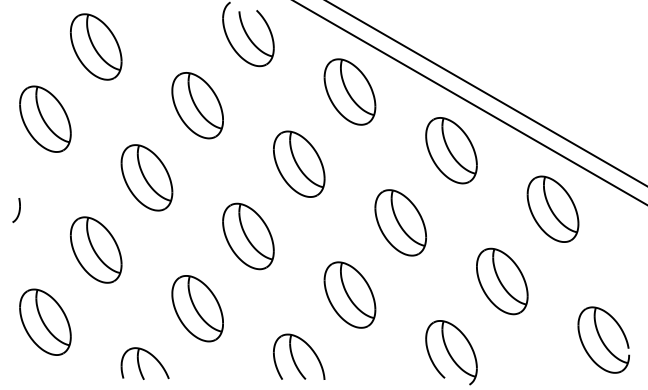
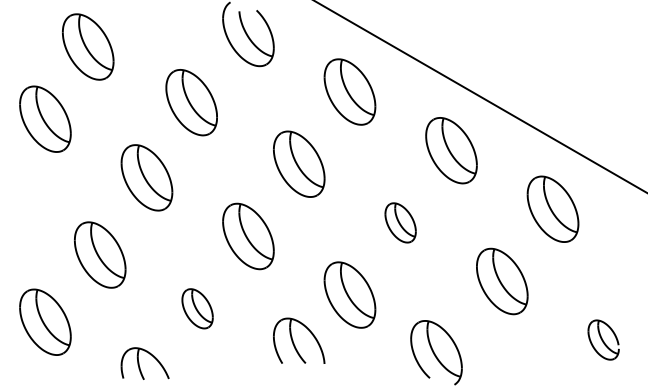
part at (96, 46) position: (96, 46) -> (88, 46)
line at (486, 93) position: (486, 93) -> (480, 96)
line at (469, 102): present -> none
part at (197, 105) position: (197, 105) -> (191, 102)
part at (16, 210): present -> none
part at (400, 222) size: 53x68 px -> 33x42 px
part at (96, 249) position: (96, 249) -> (100, 254)
part at (197, 308) size: 53x68 px -> 33x42 px
part at (603, 339) size: 53x68 px -> 33x42 px
part at (451, 352) position: (451, 352) -> (436, 352)
part at (299, 356) position: (299, 356) -> (299, 340)
